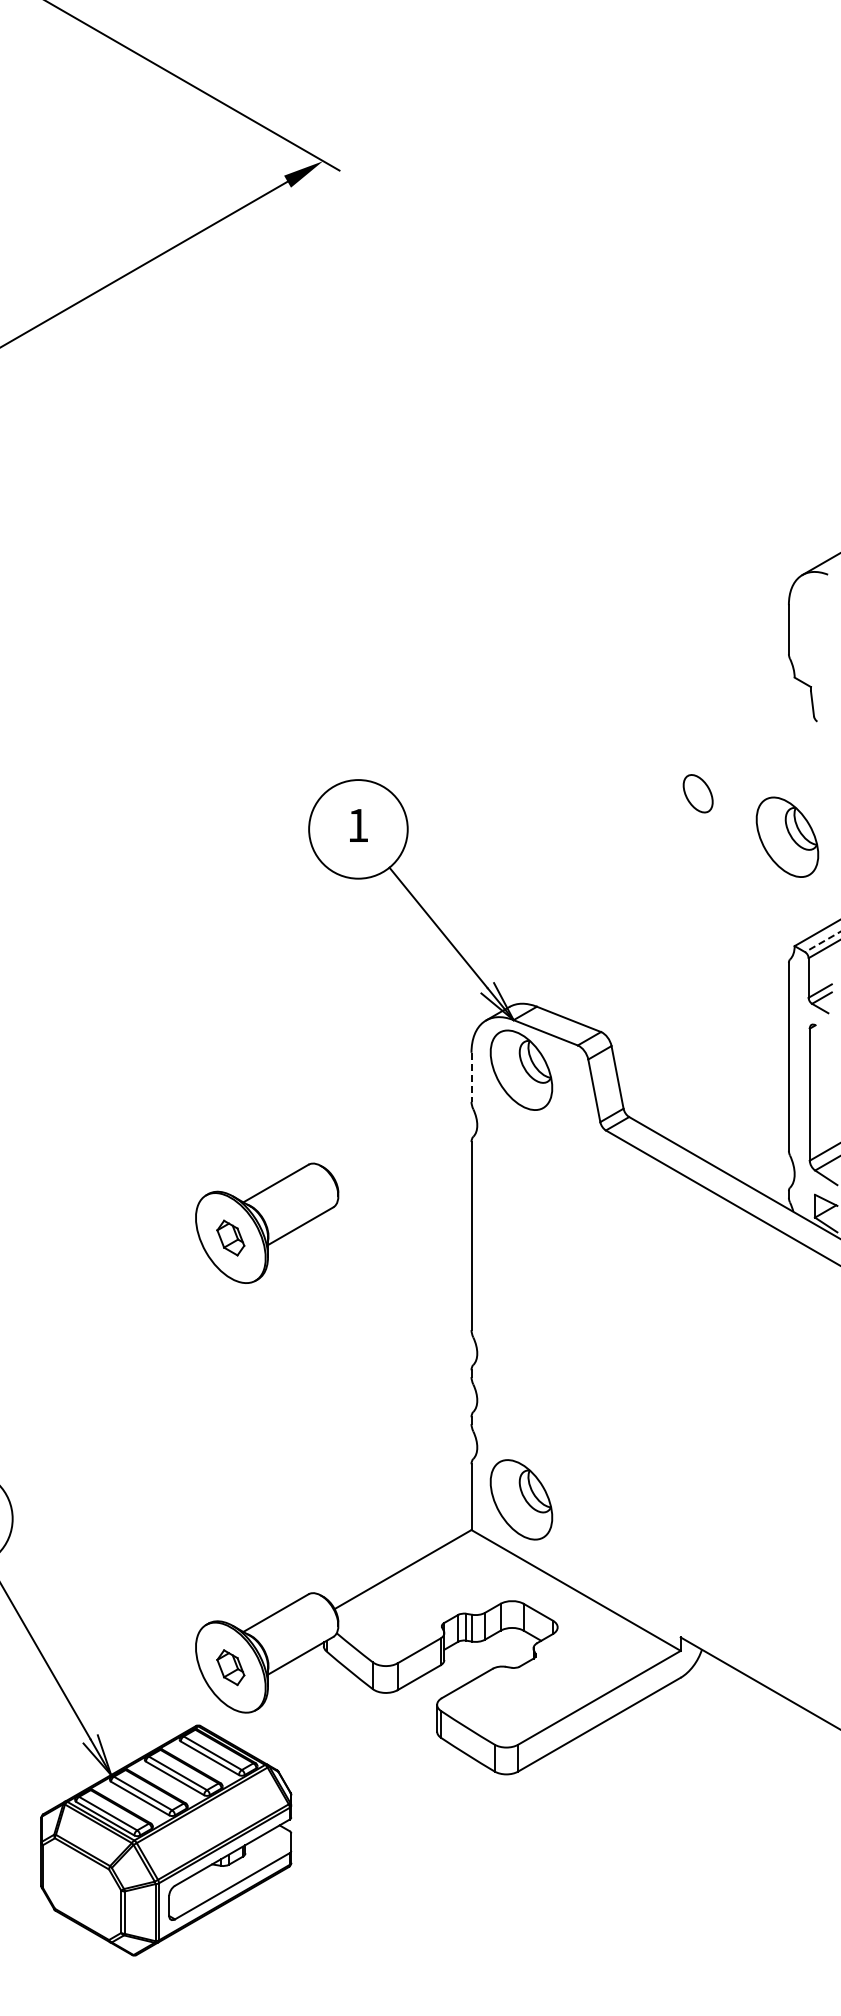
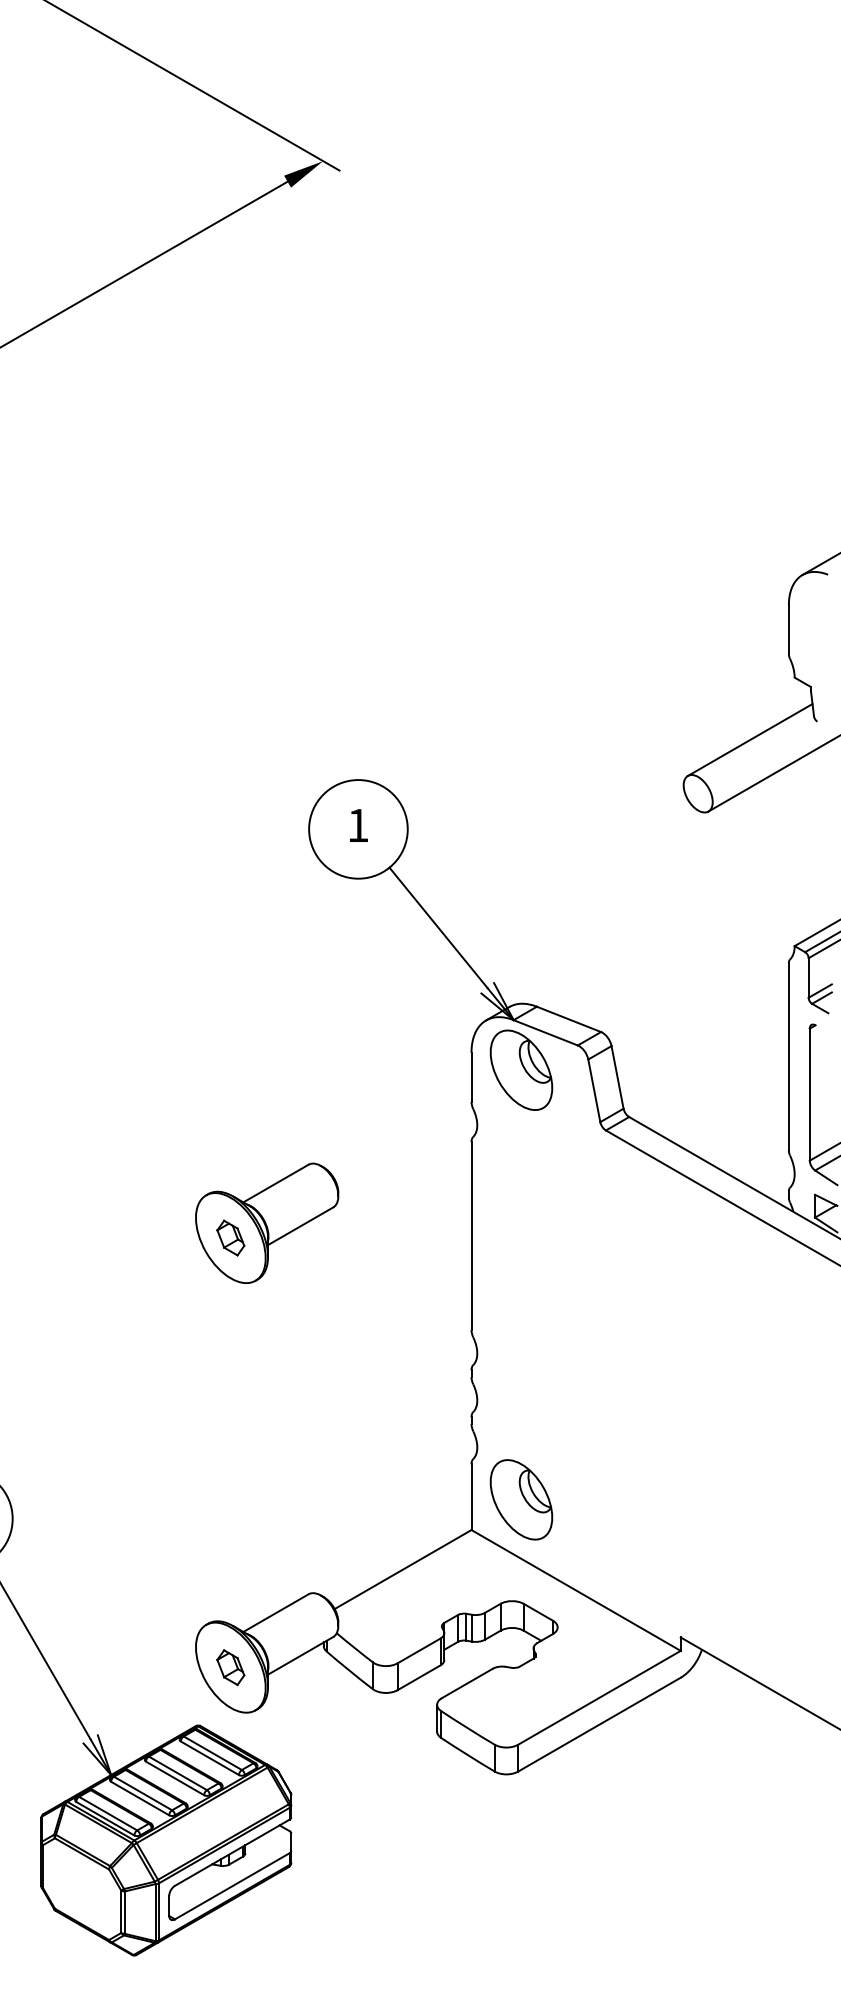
line at (749, 739): none -> present
line at (772, 773): none -> present
part at (787, 836): present -> none
line at (822, 942): dashed -> solid
line at (471, 1077): dashed -> solid
